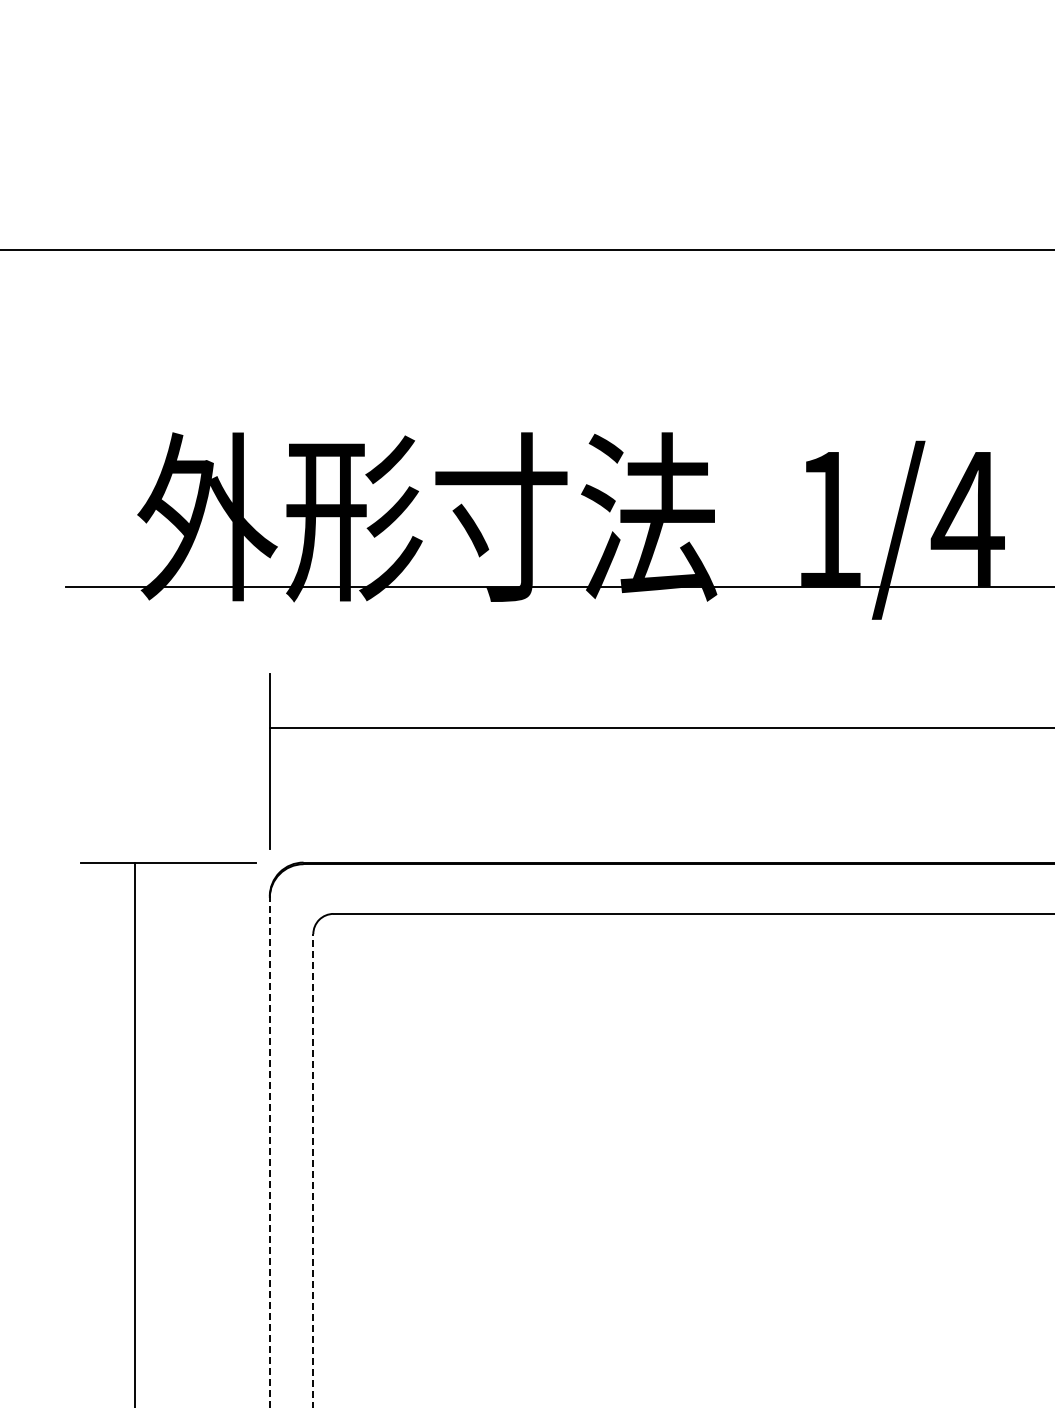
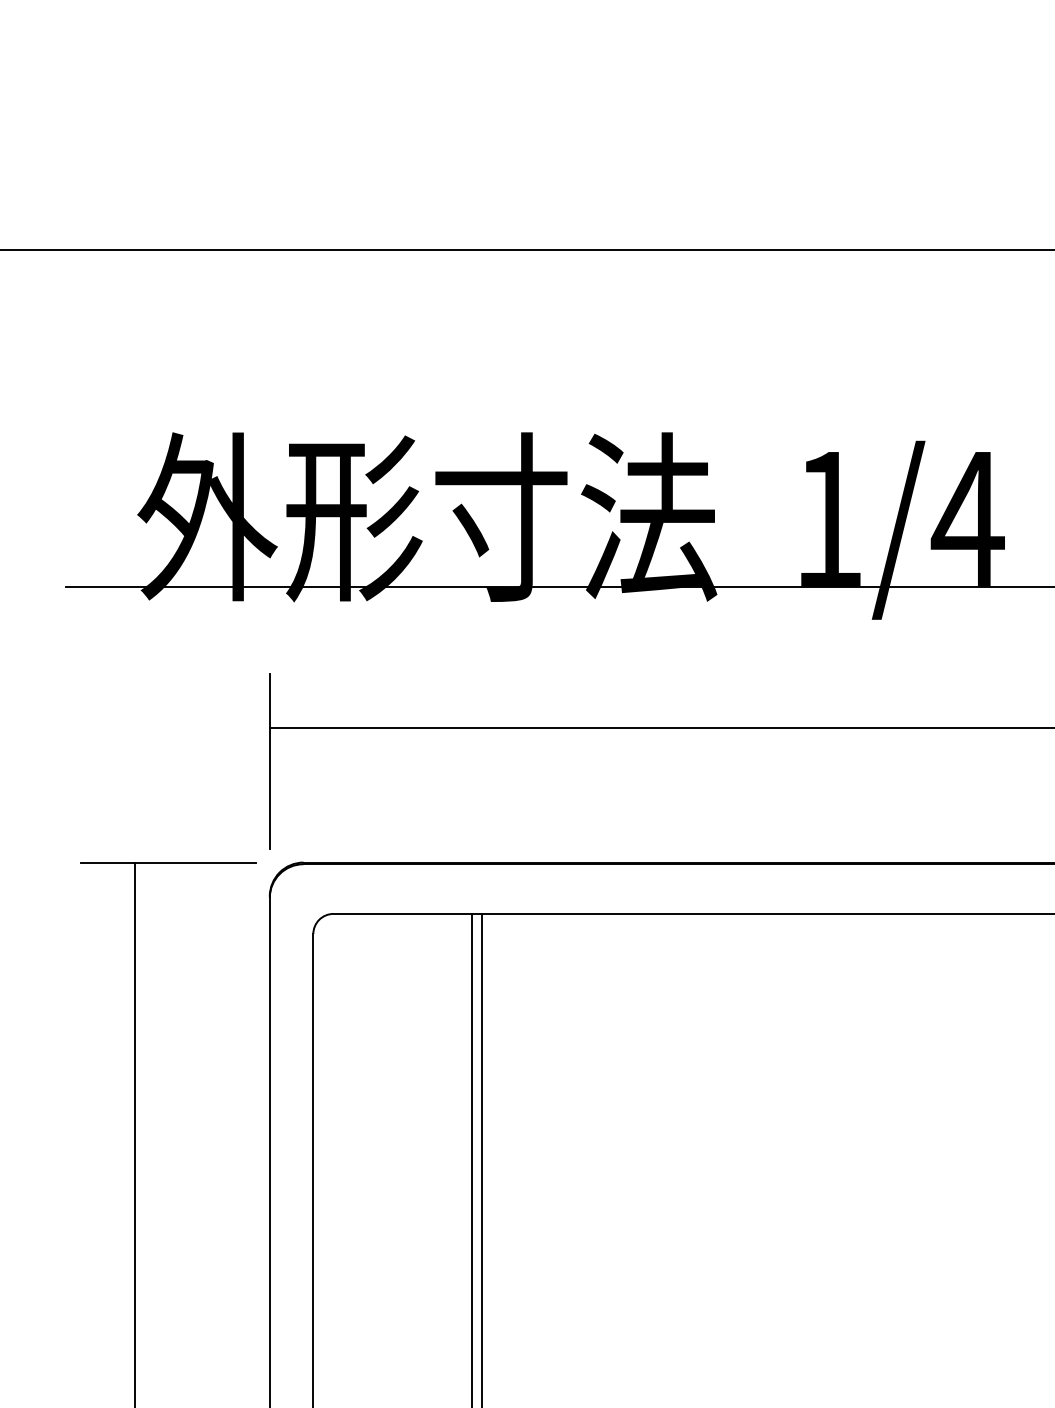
line at (269, 1152): dashed -> solid
line at (472, 1158): none -> present
line at (482, 1158): none -> present
line at (313, 1170): dashed -> solid
